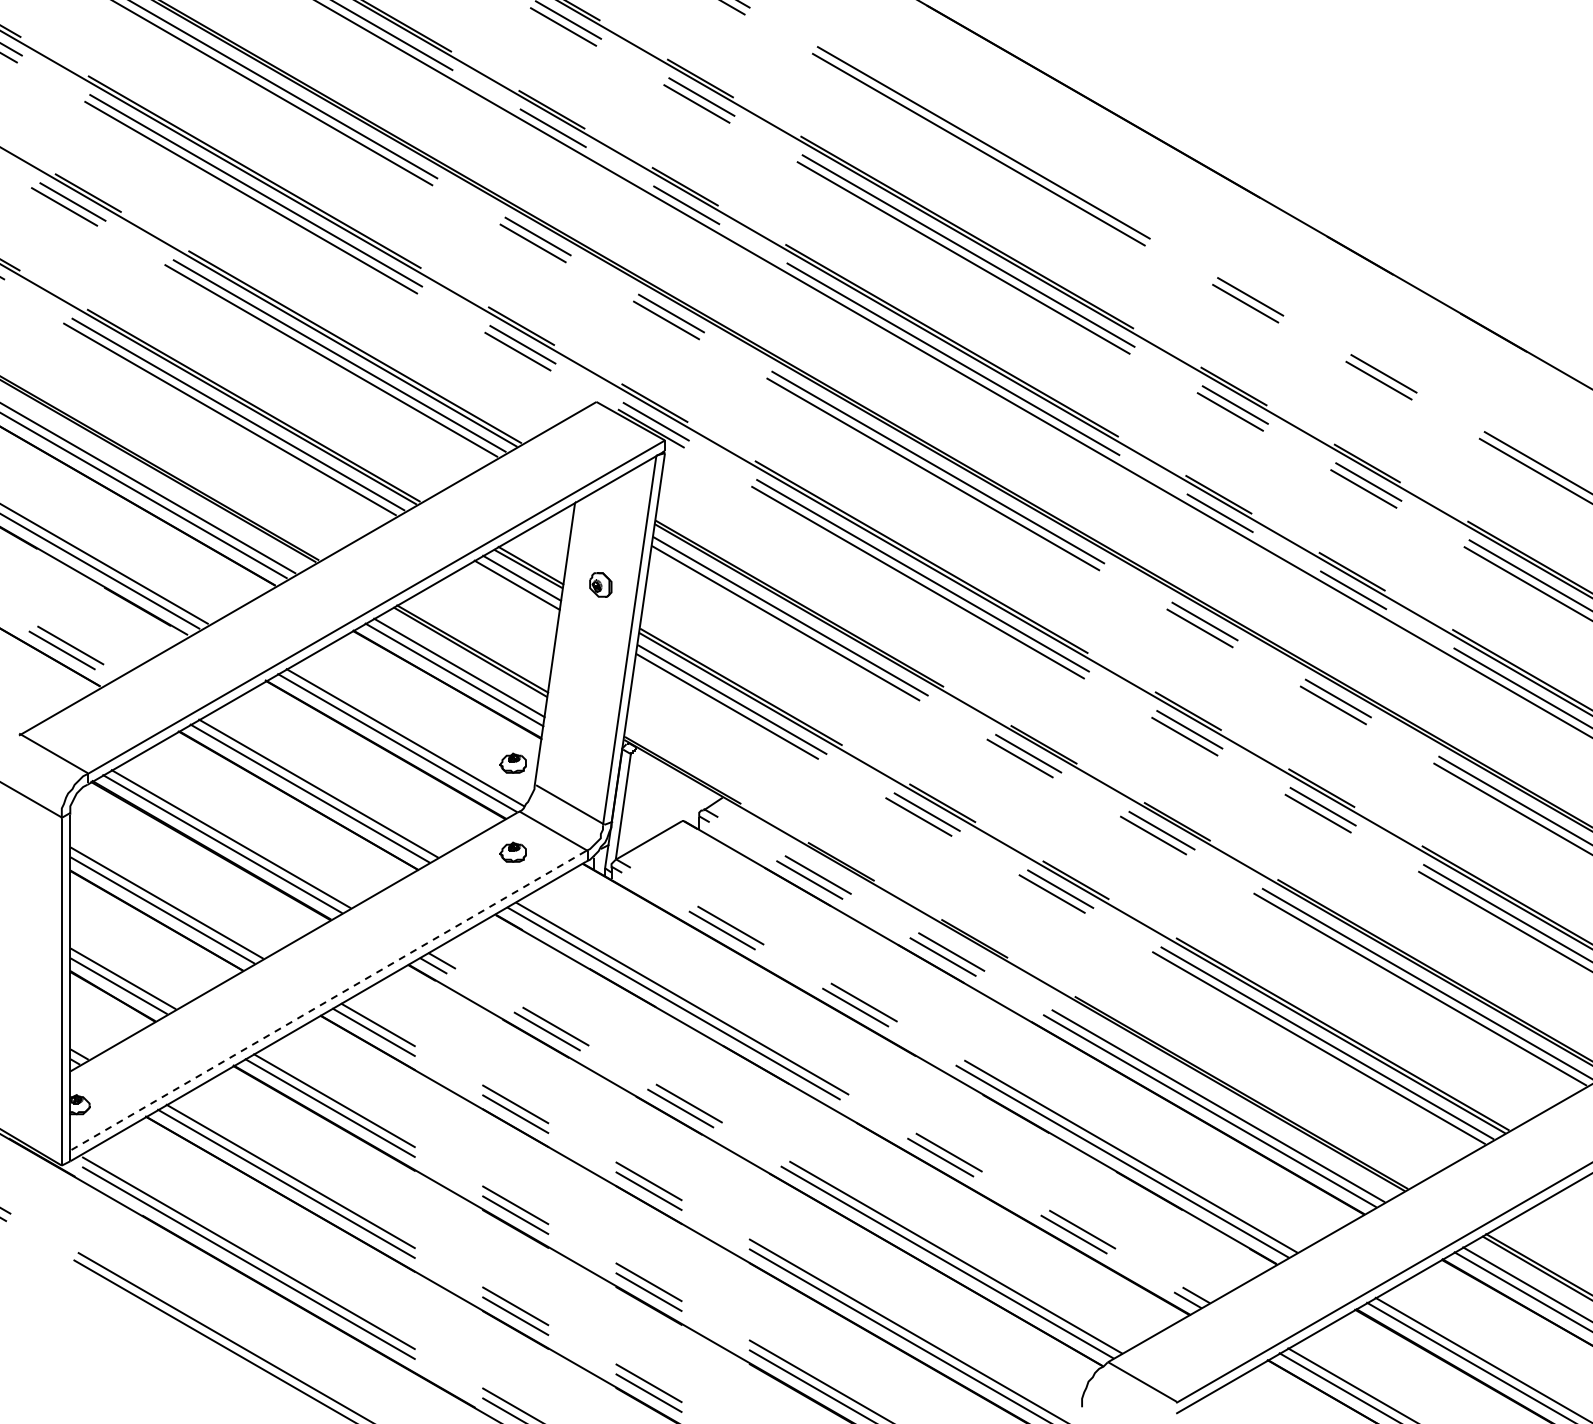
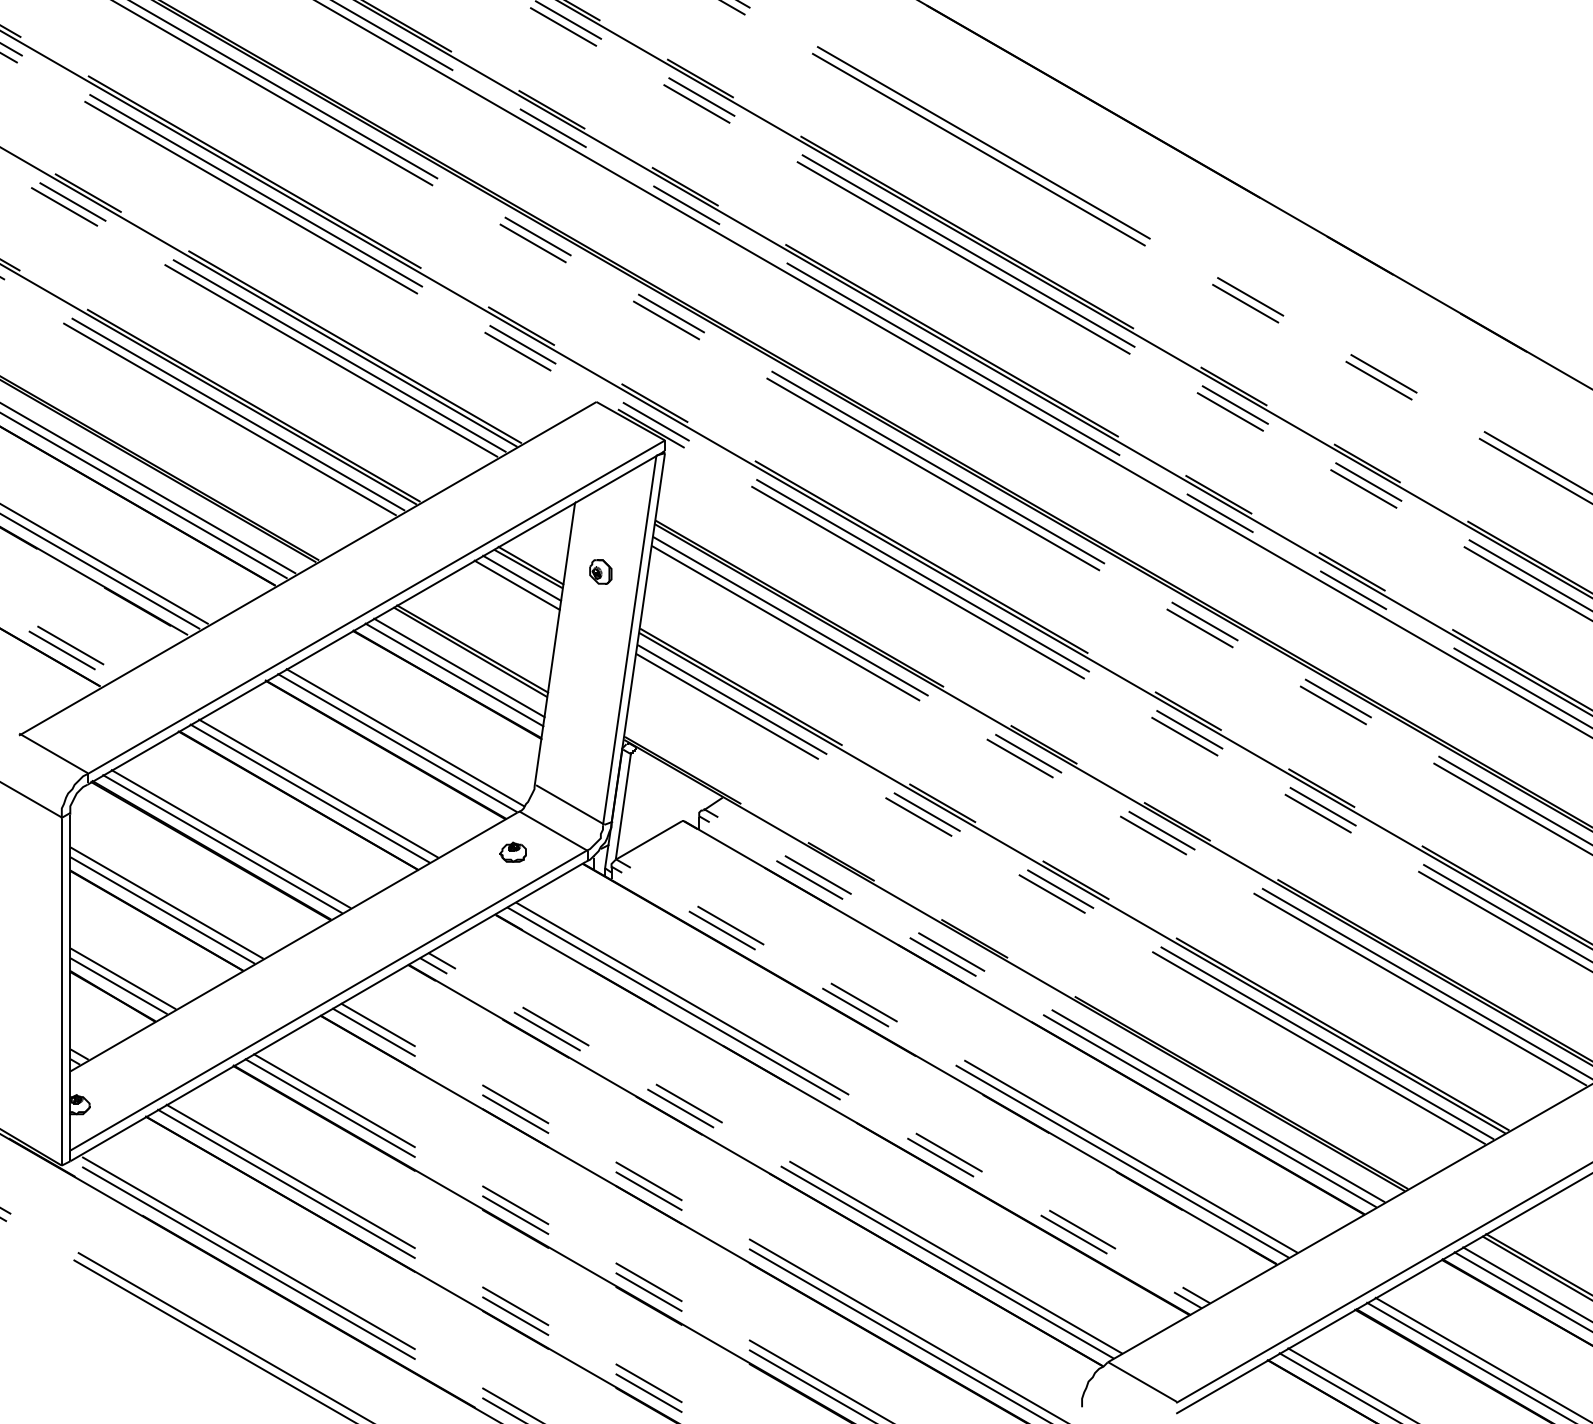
part at (600, 584) position: (600, 584) -> (600, 571)
part at (512, 762): present -> none
line at (327, 1001): dashed -> solid
